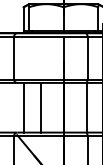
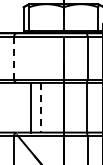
line at (14, 58): solid -> dashed
line at (24, 107) position: (24, 107) -> (31, 107)
line at (40, 107): solid -> dashed
